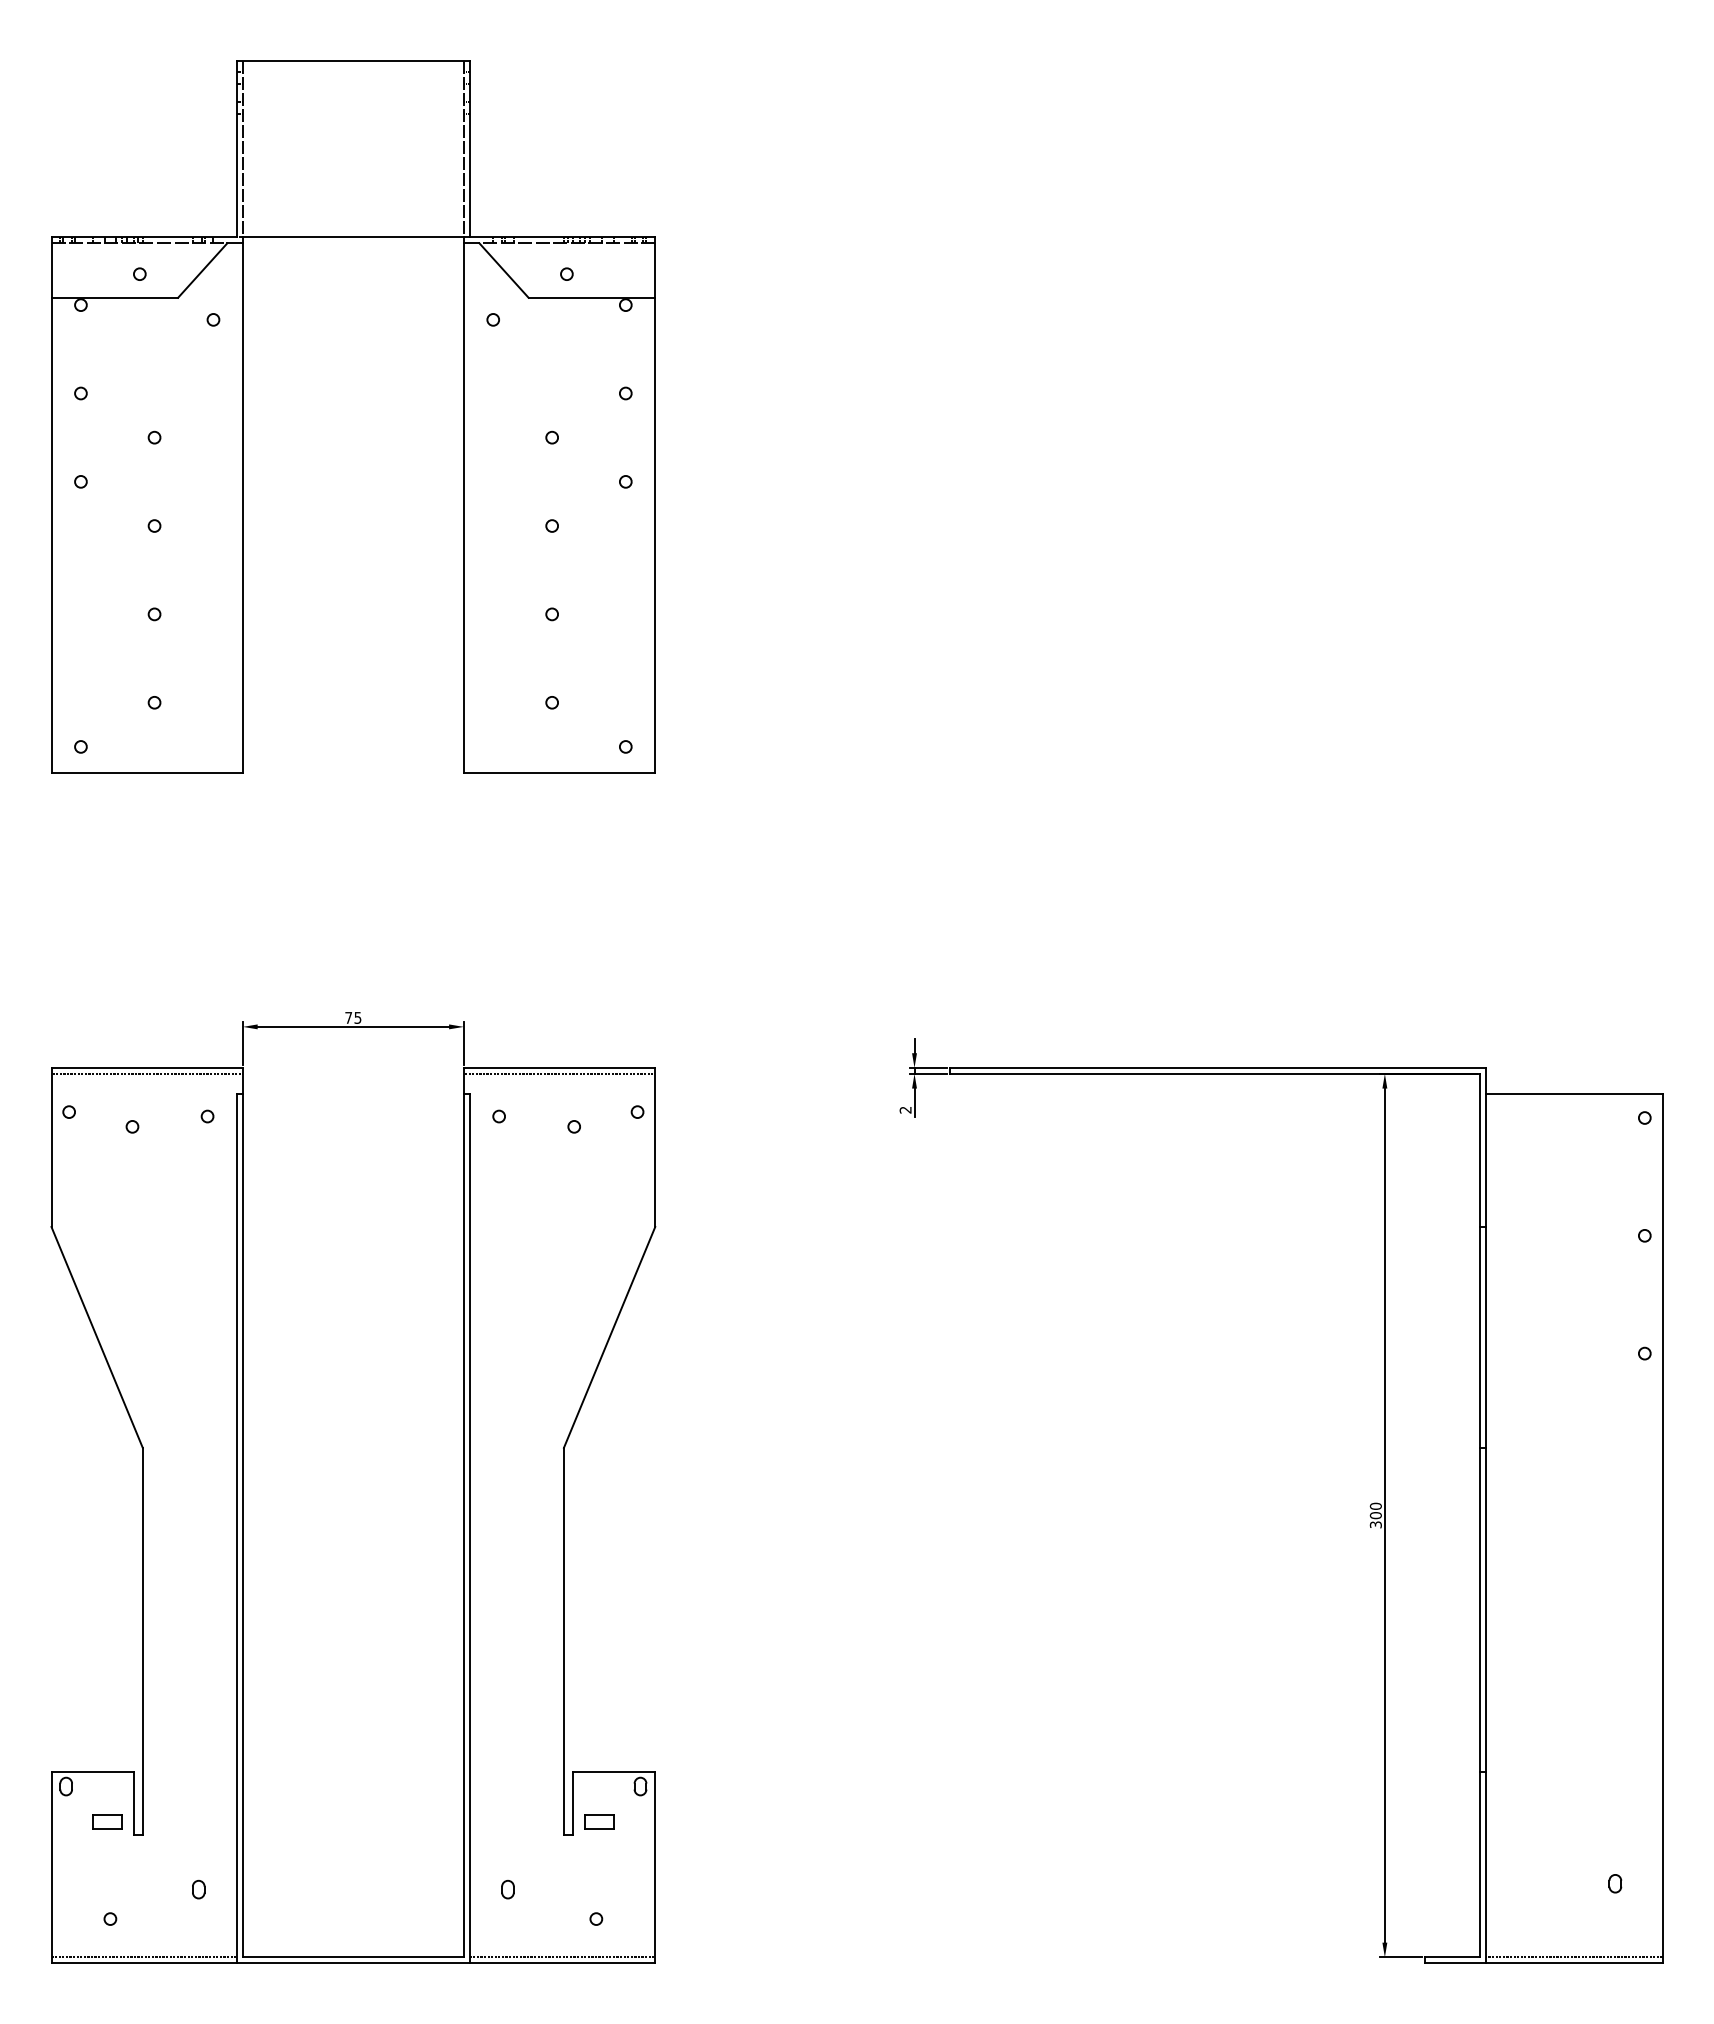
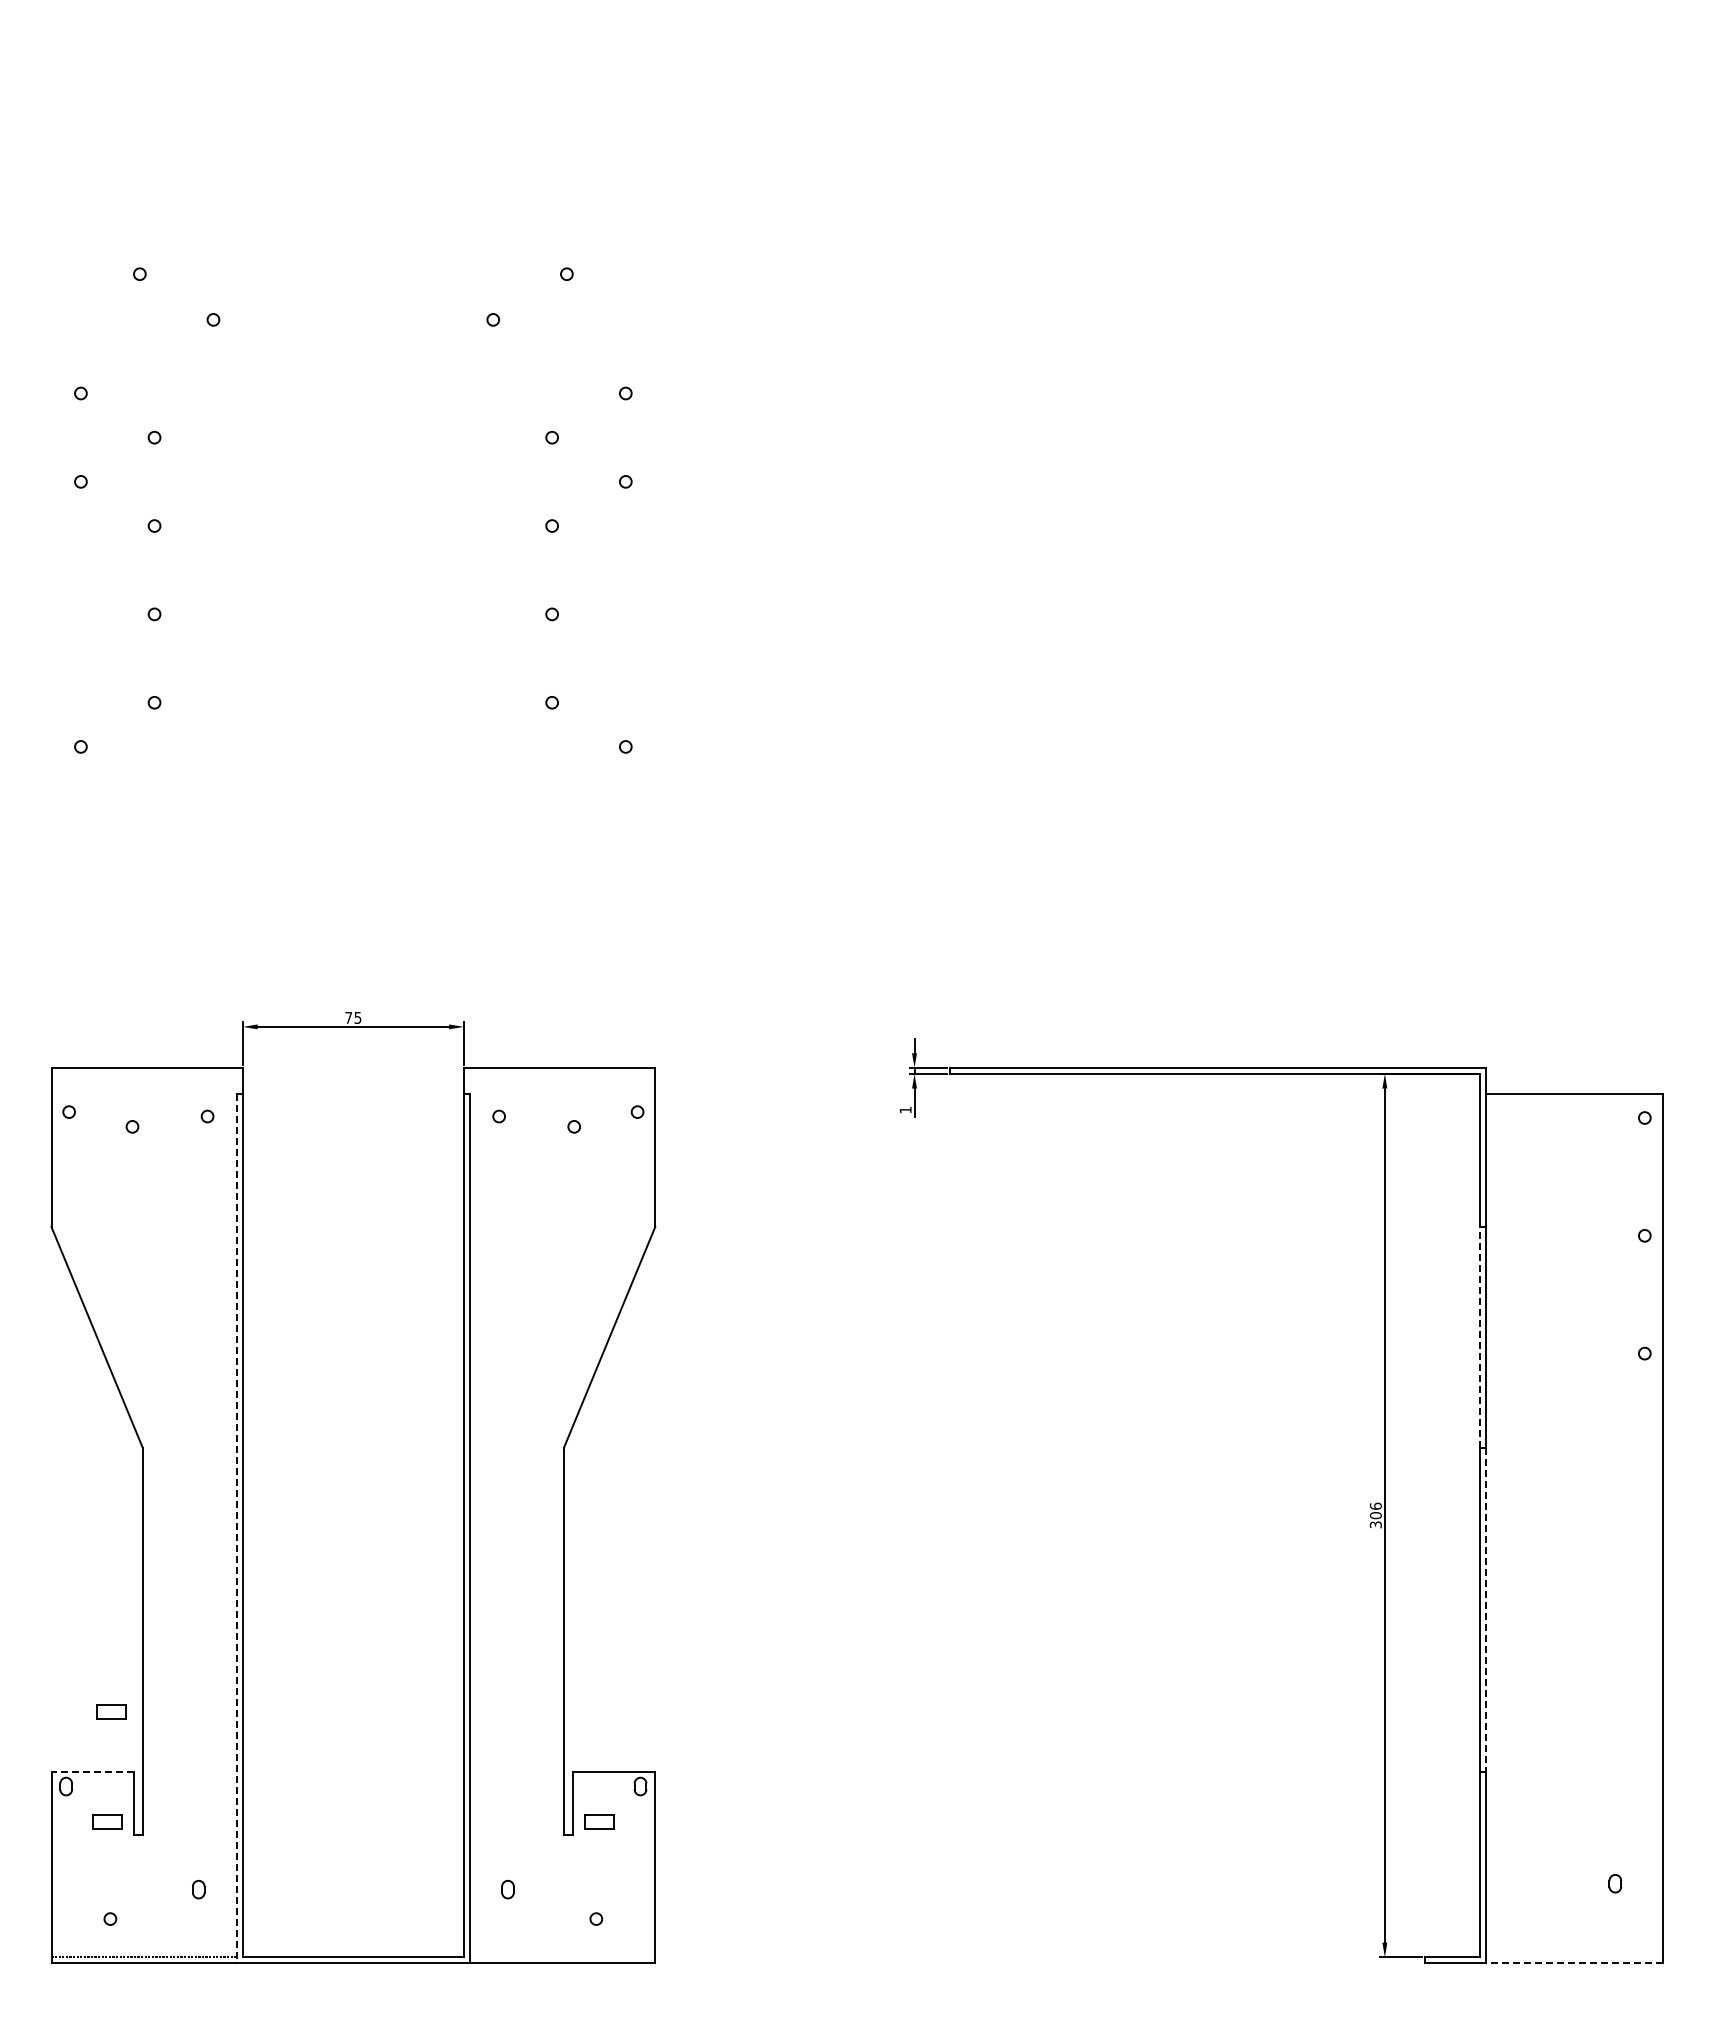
part at (243, 416): present -> none
line at (146, 1073): present -> none
line at (559, 1073): present -> none
text at (905, 1110): 2 -> 1
line at (1479, 1336): solid -> dashed
text at (1375, 1505): 300 -> 306
line at (237, 1529): solid -> dashed
line at (1485, 1609): solid -> dashed
part at (111, 1711): none -> present
line at (92, 1771): solid -> dashed
line at (562, 1957): present -> none
line at (1573, 1957): present -> none
line at (1573, 1963): solid -> dashed
